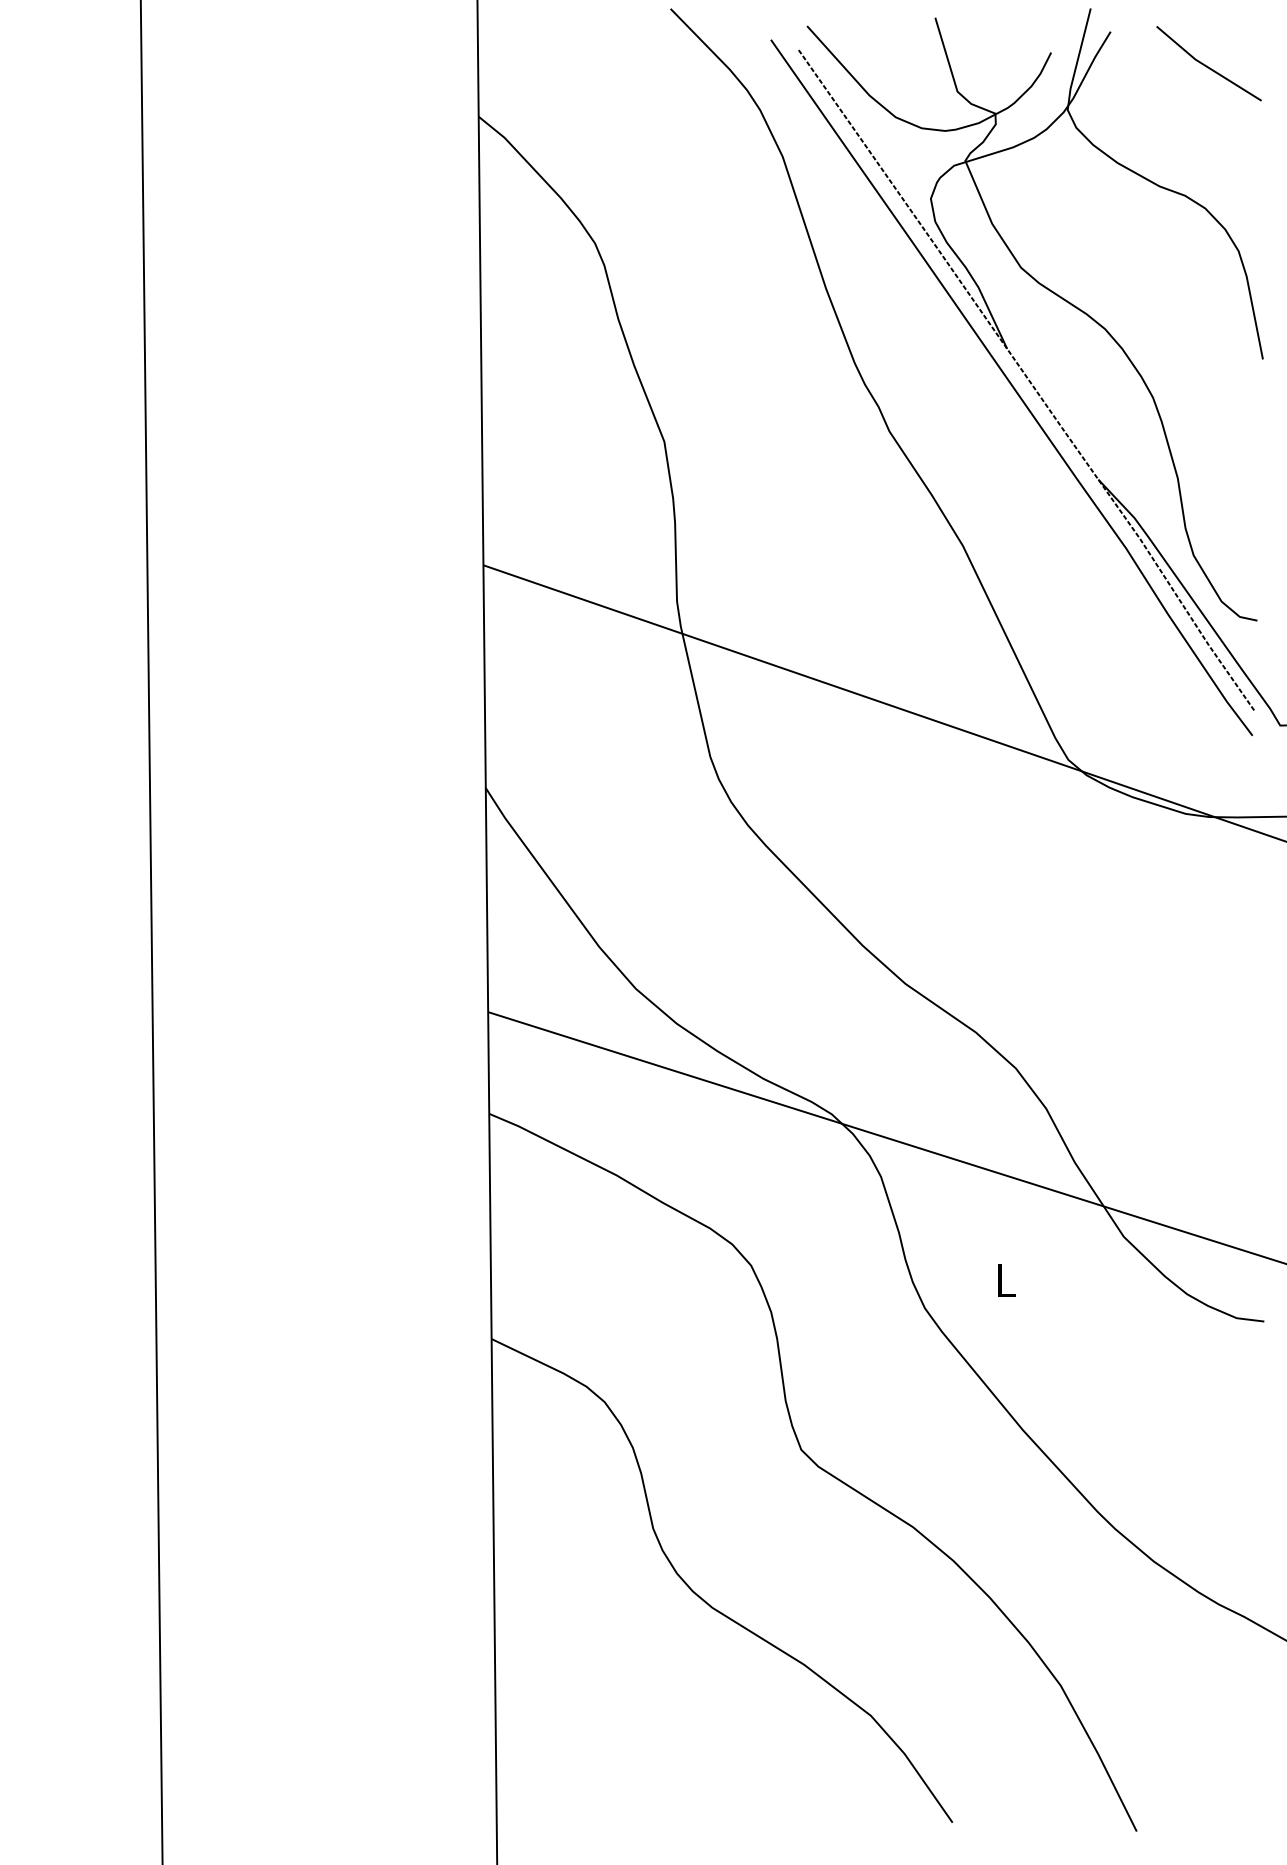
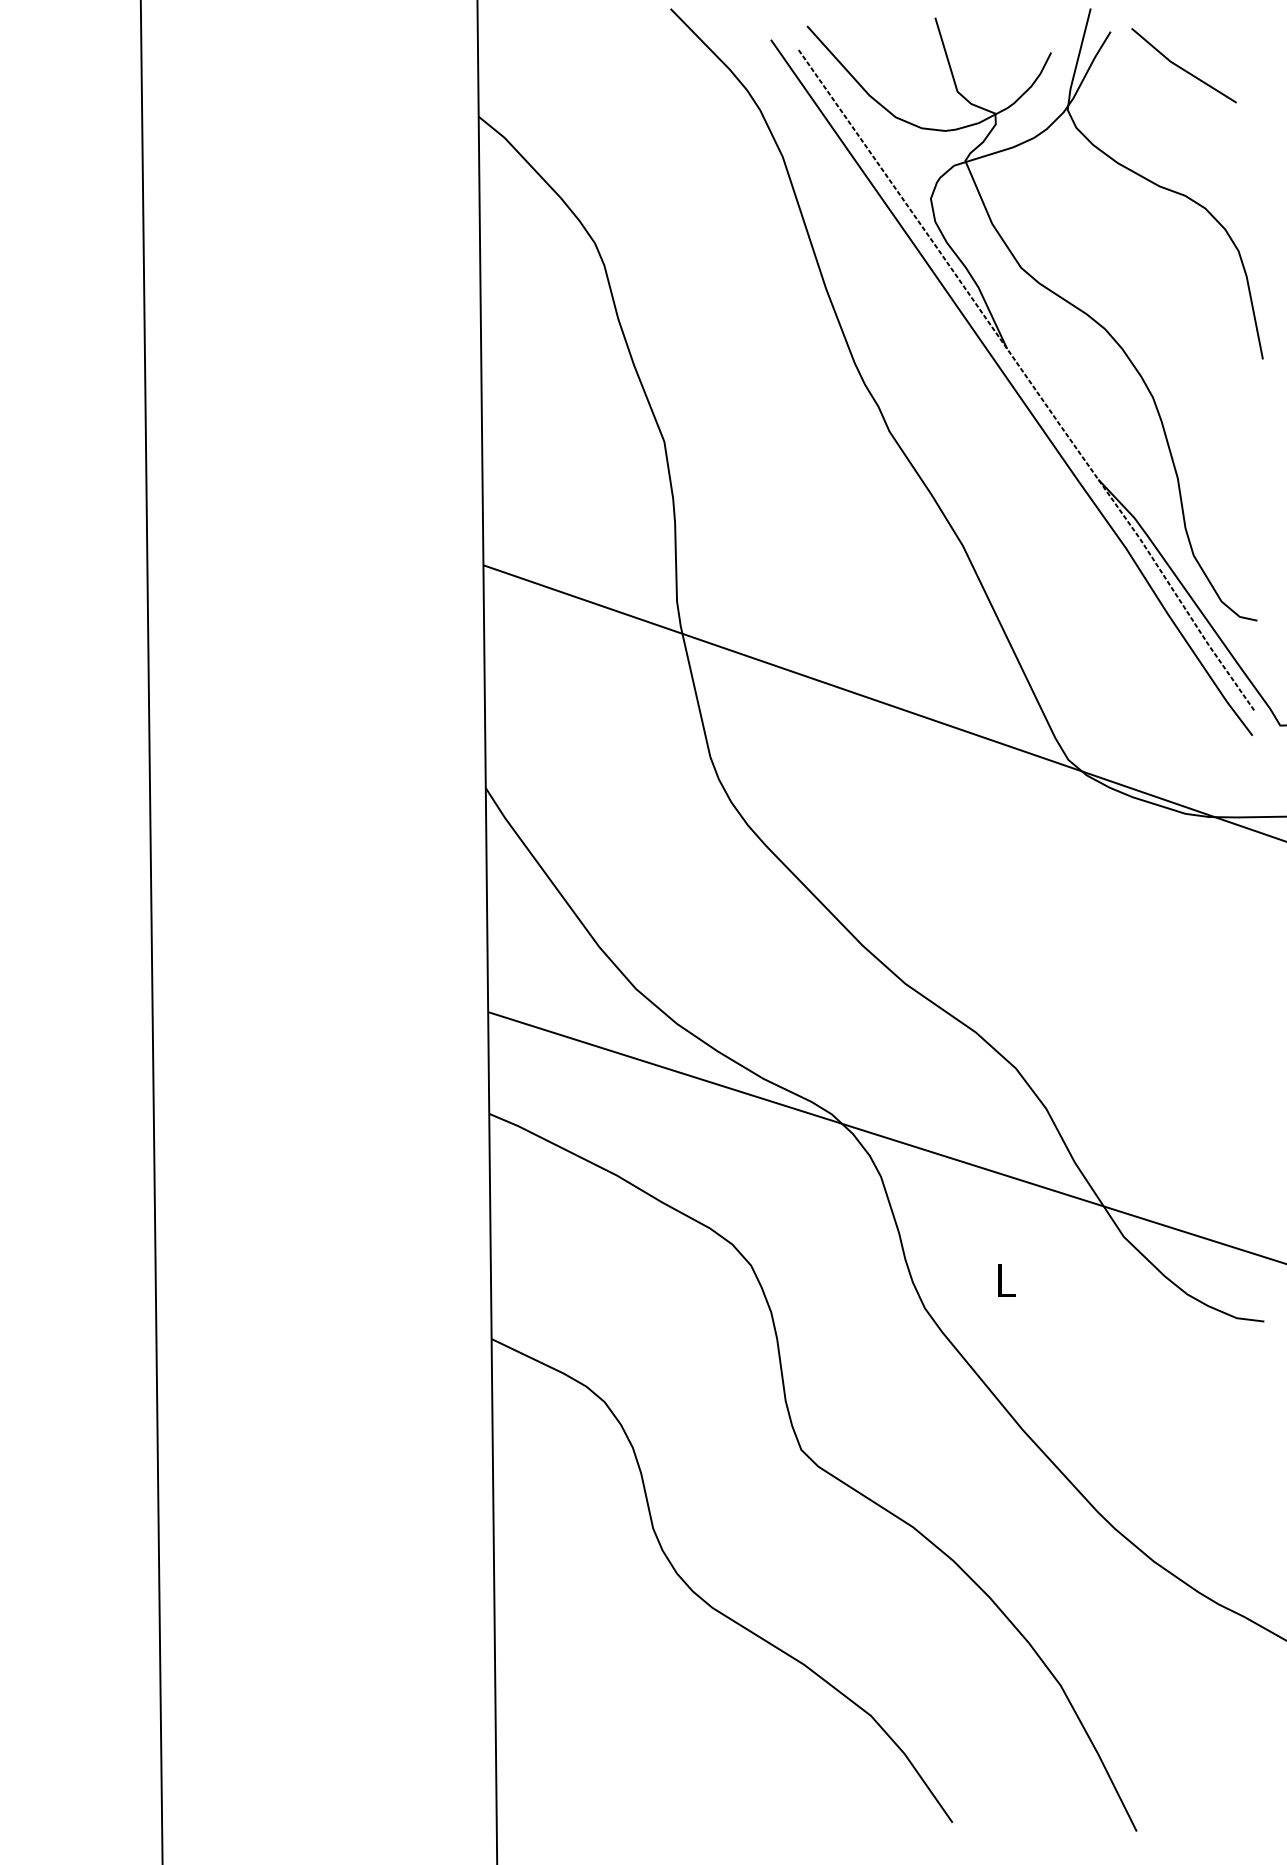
line at (1207, 65) position: (1207, 65) -> (1182, 67)
